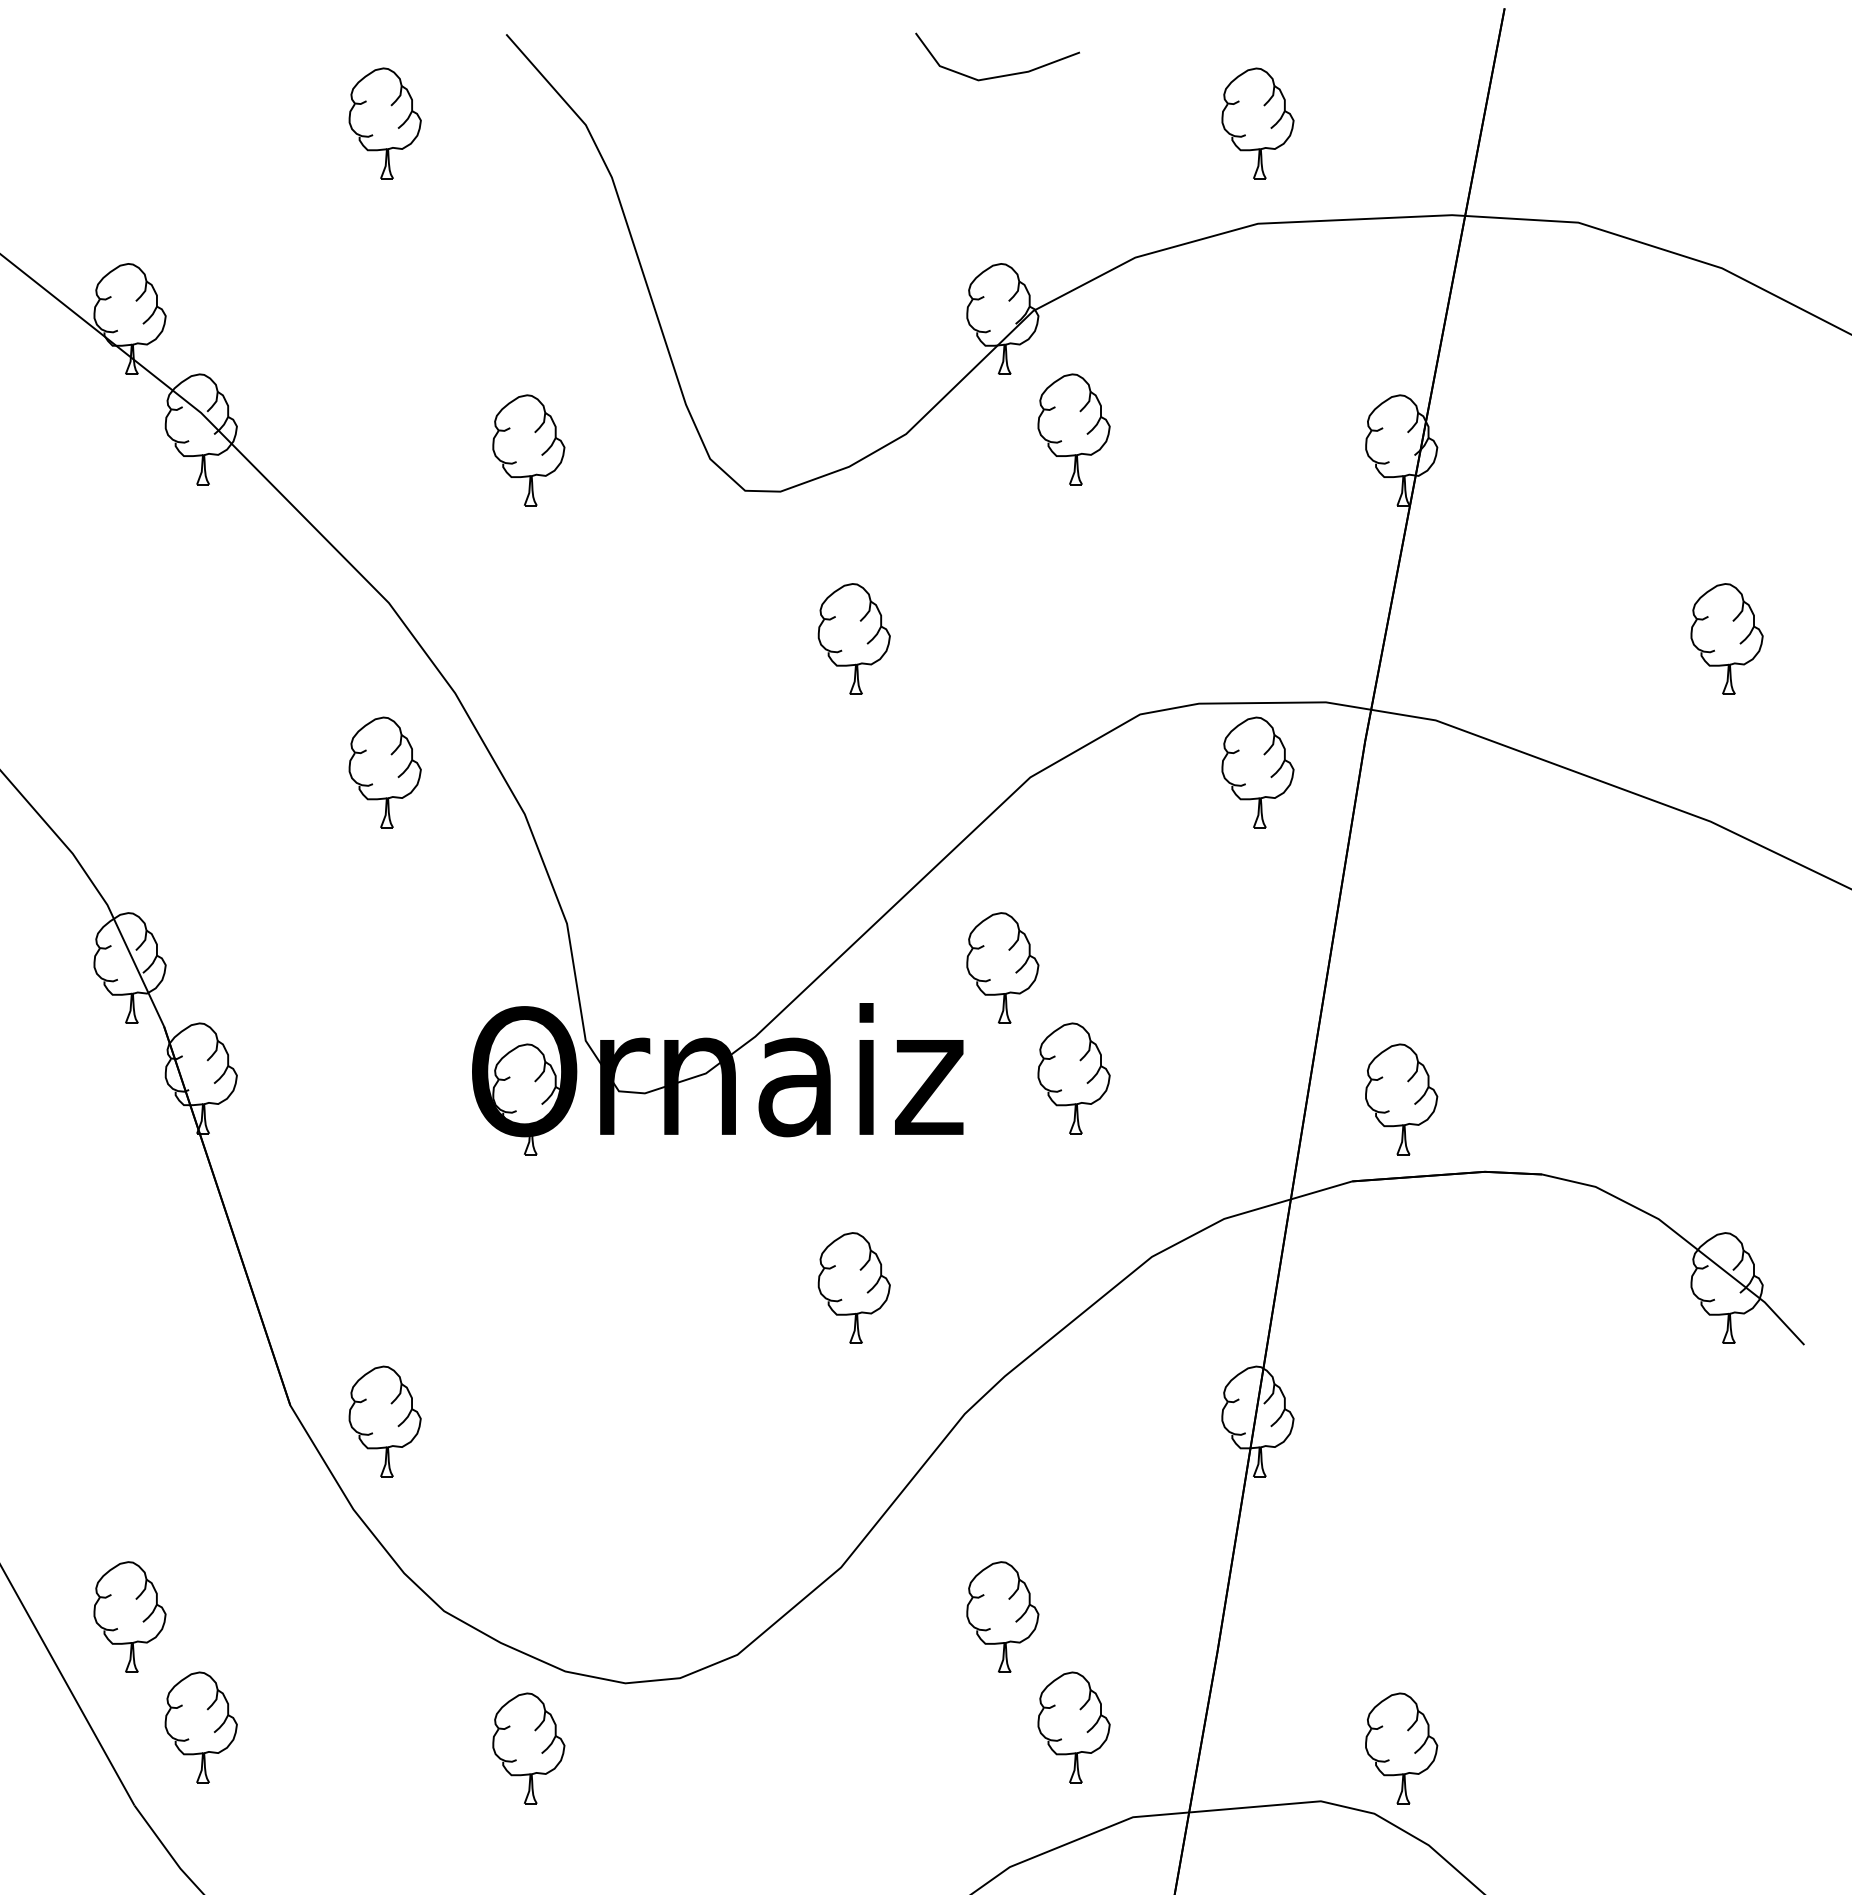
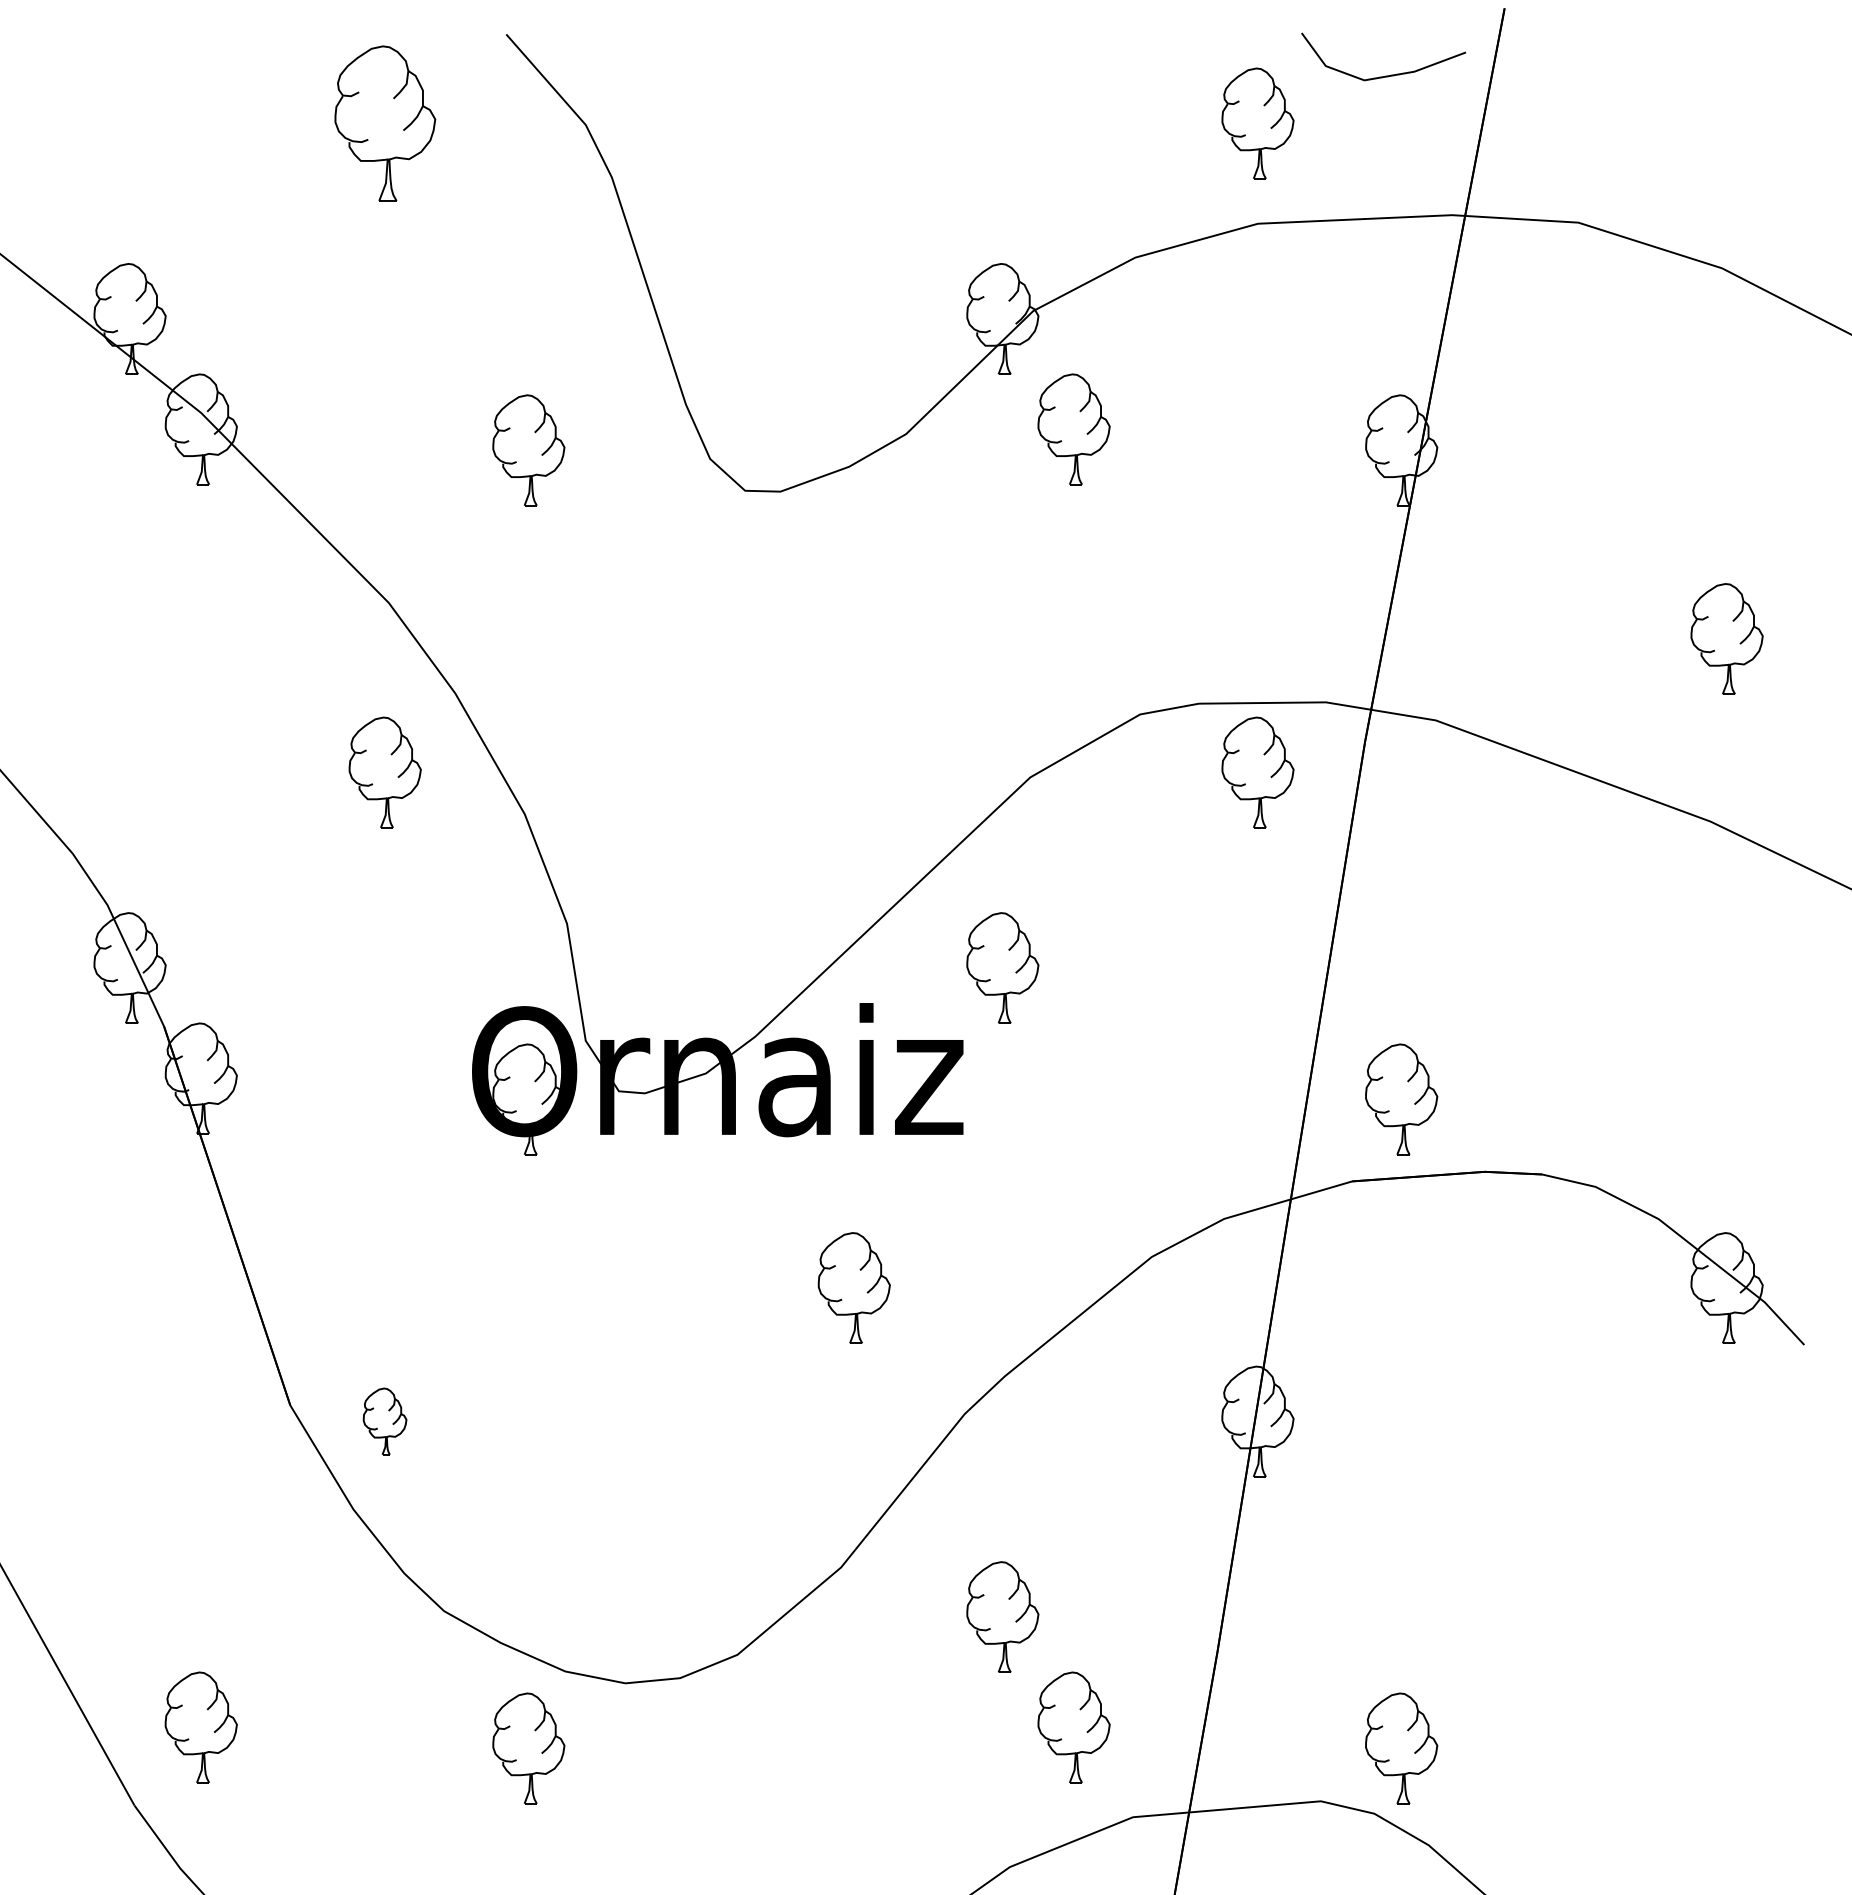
line at (999, 75) position: (999, 75) -> (1385, 75)
part at (384, 123) size: 74x113 px -> 103x157 px
part at (853, 638): present -> none
part at (1073, 1078): present -> none
part at (384, 1421) size: 74x113 px -> 46x69 px
part at (129, 1616): present -> none
